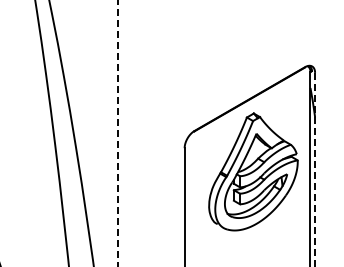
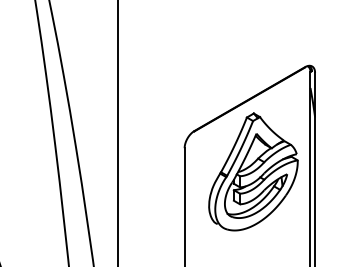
line at (117, 133): dashed -> solid
line at (315, 169): dashed -> solid
